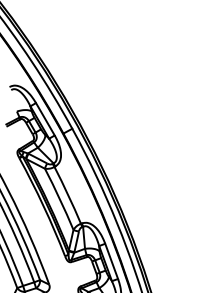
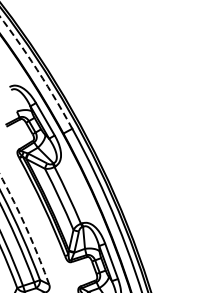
arc at (38, 71): solid -> dashed
arc at (26, 229): solid -> dashed
